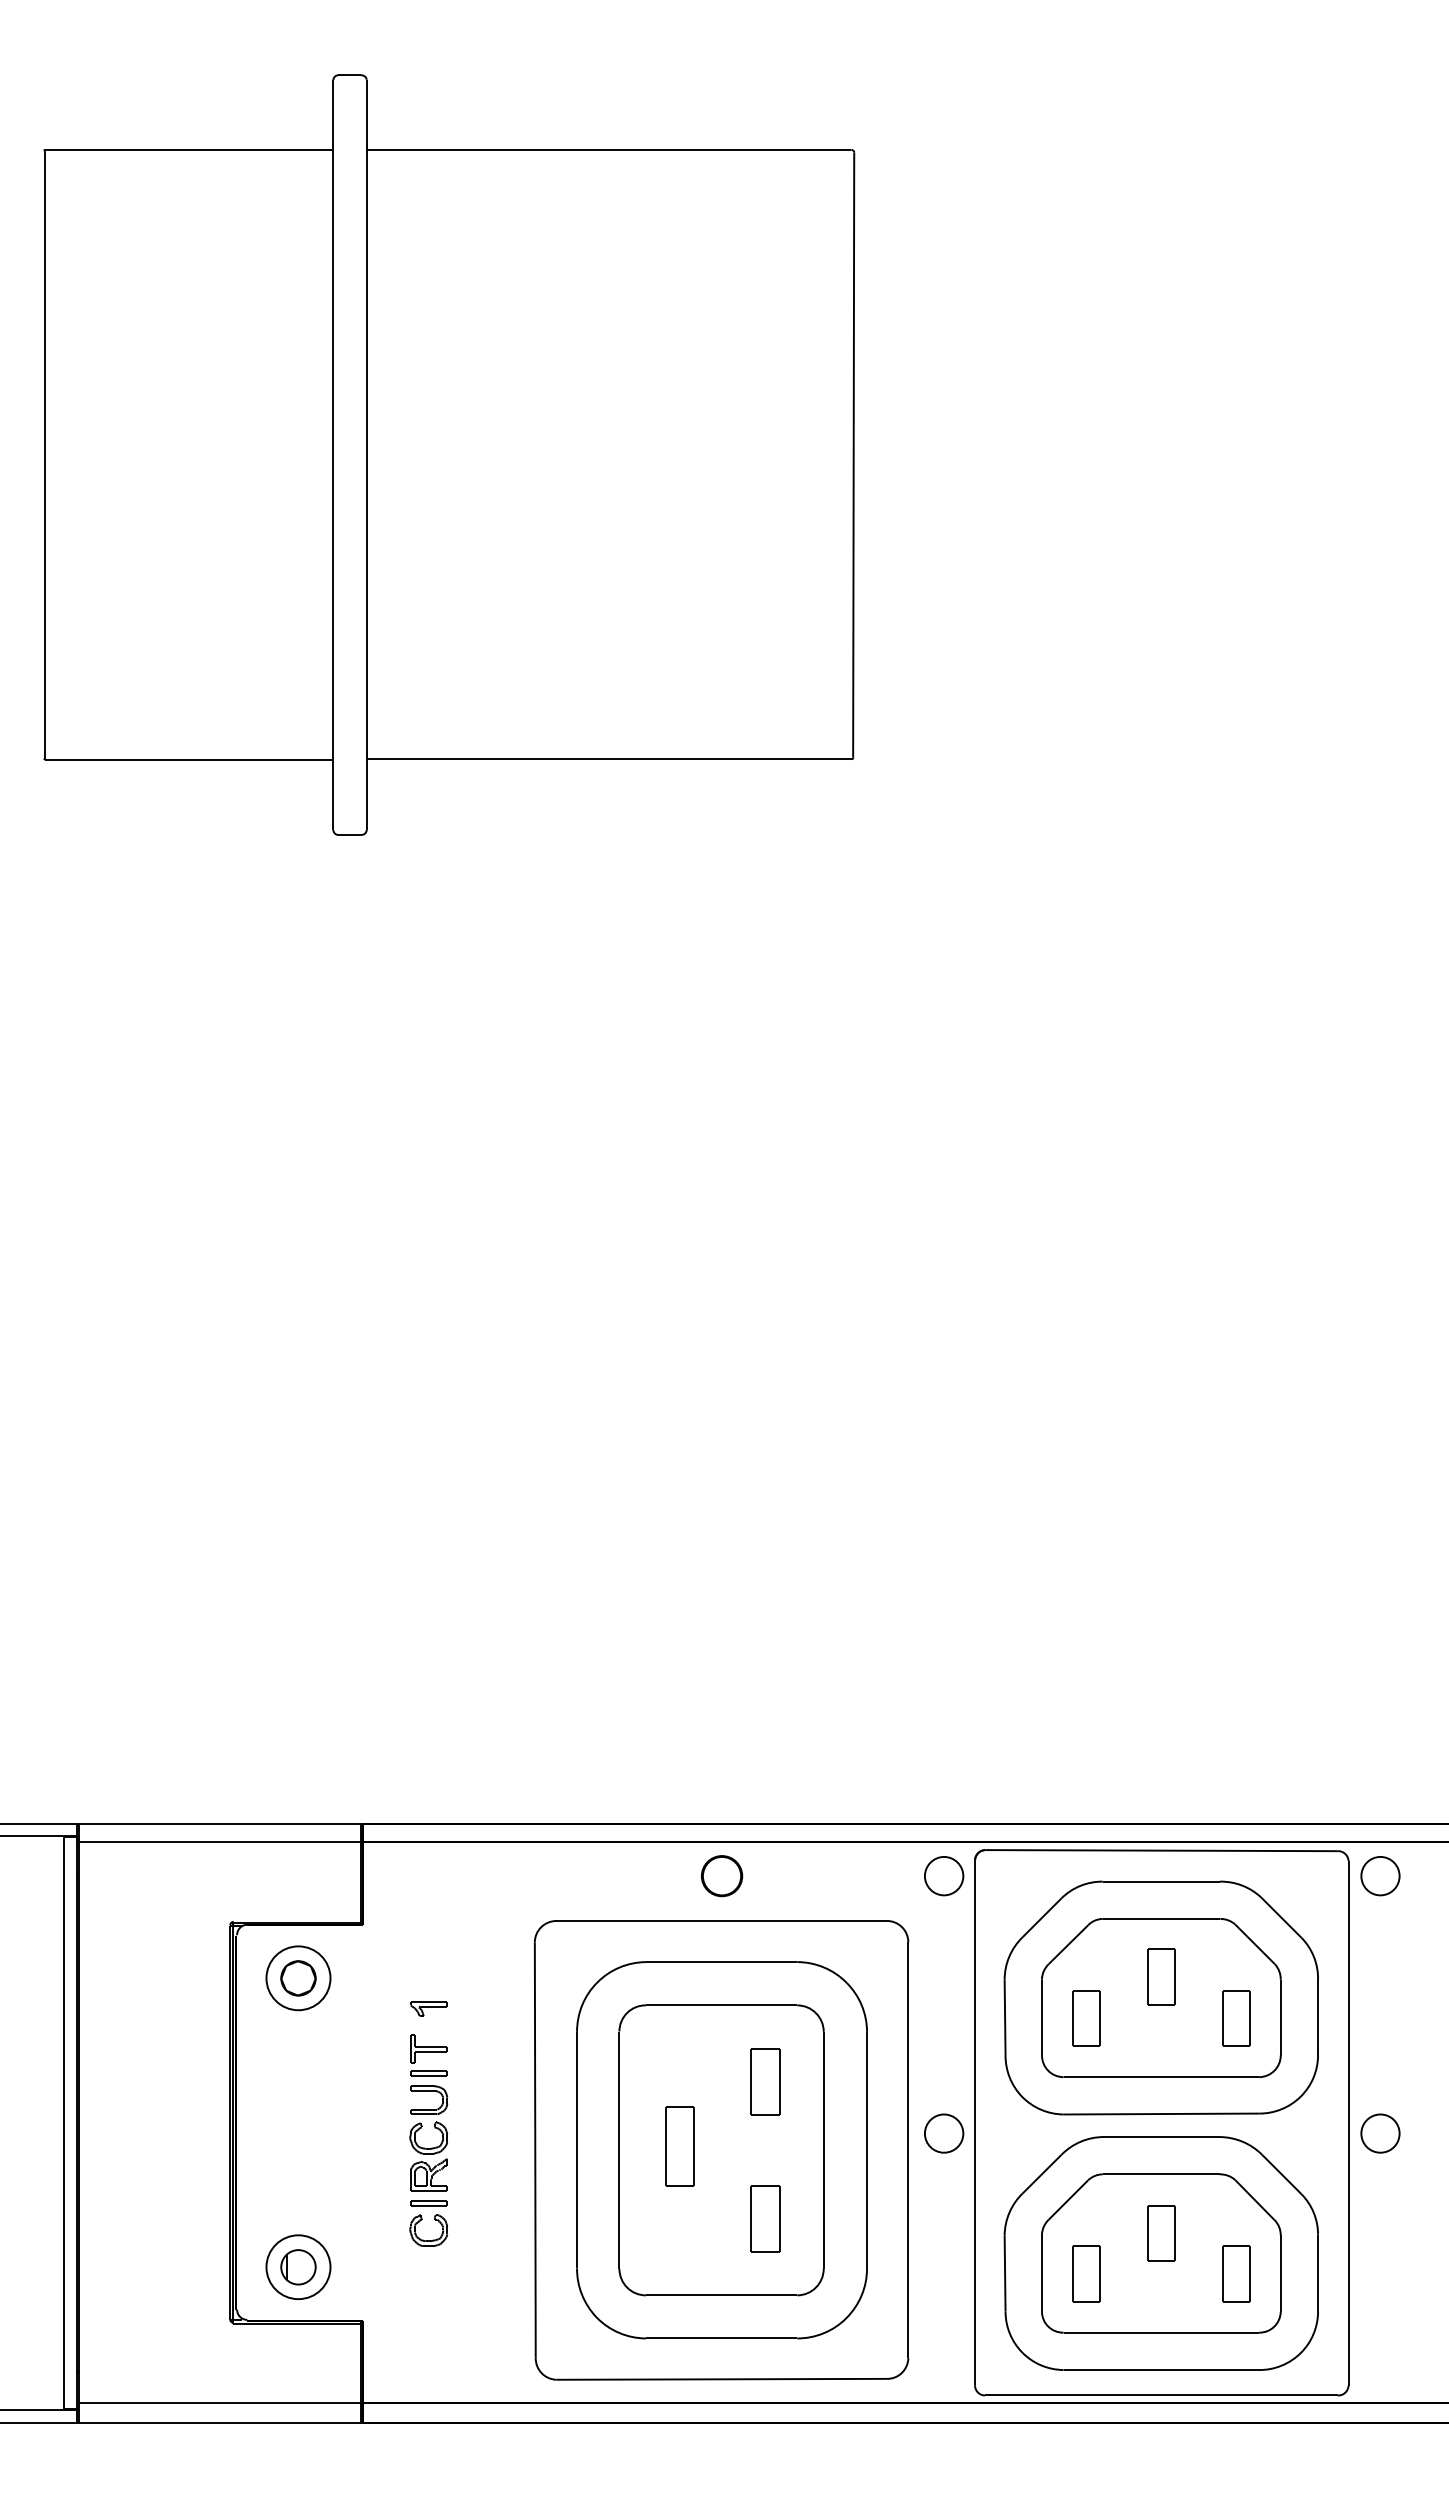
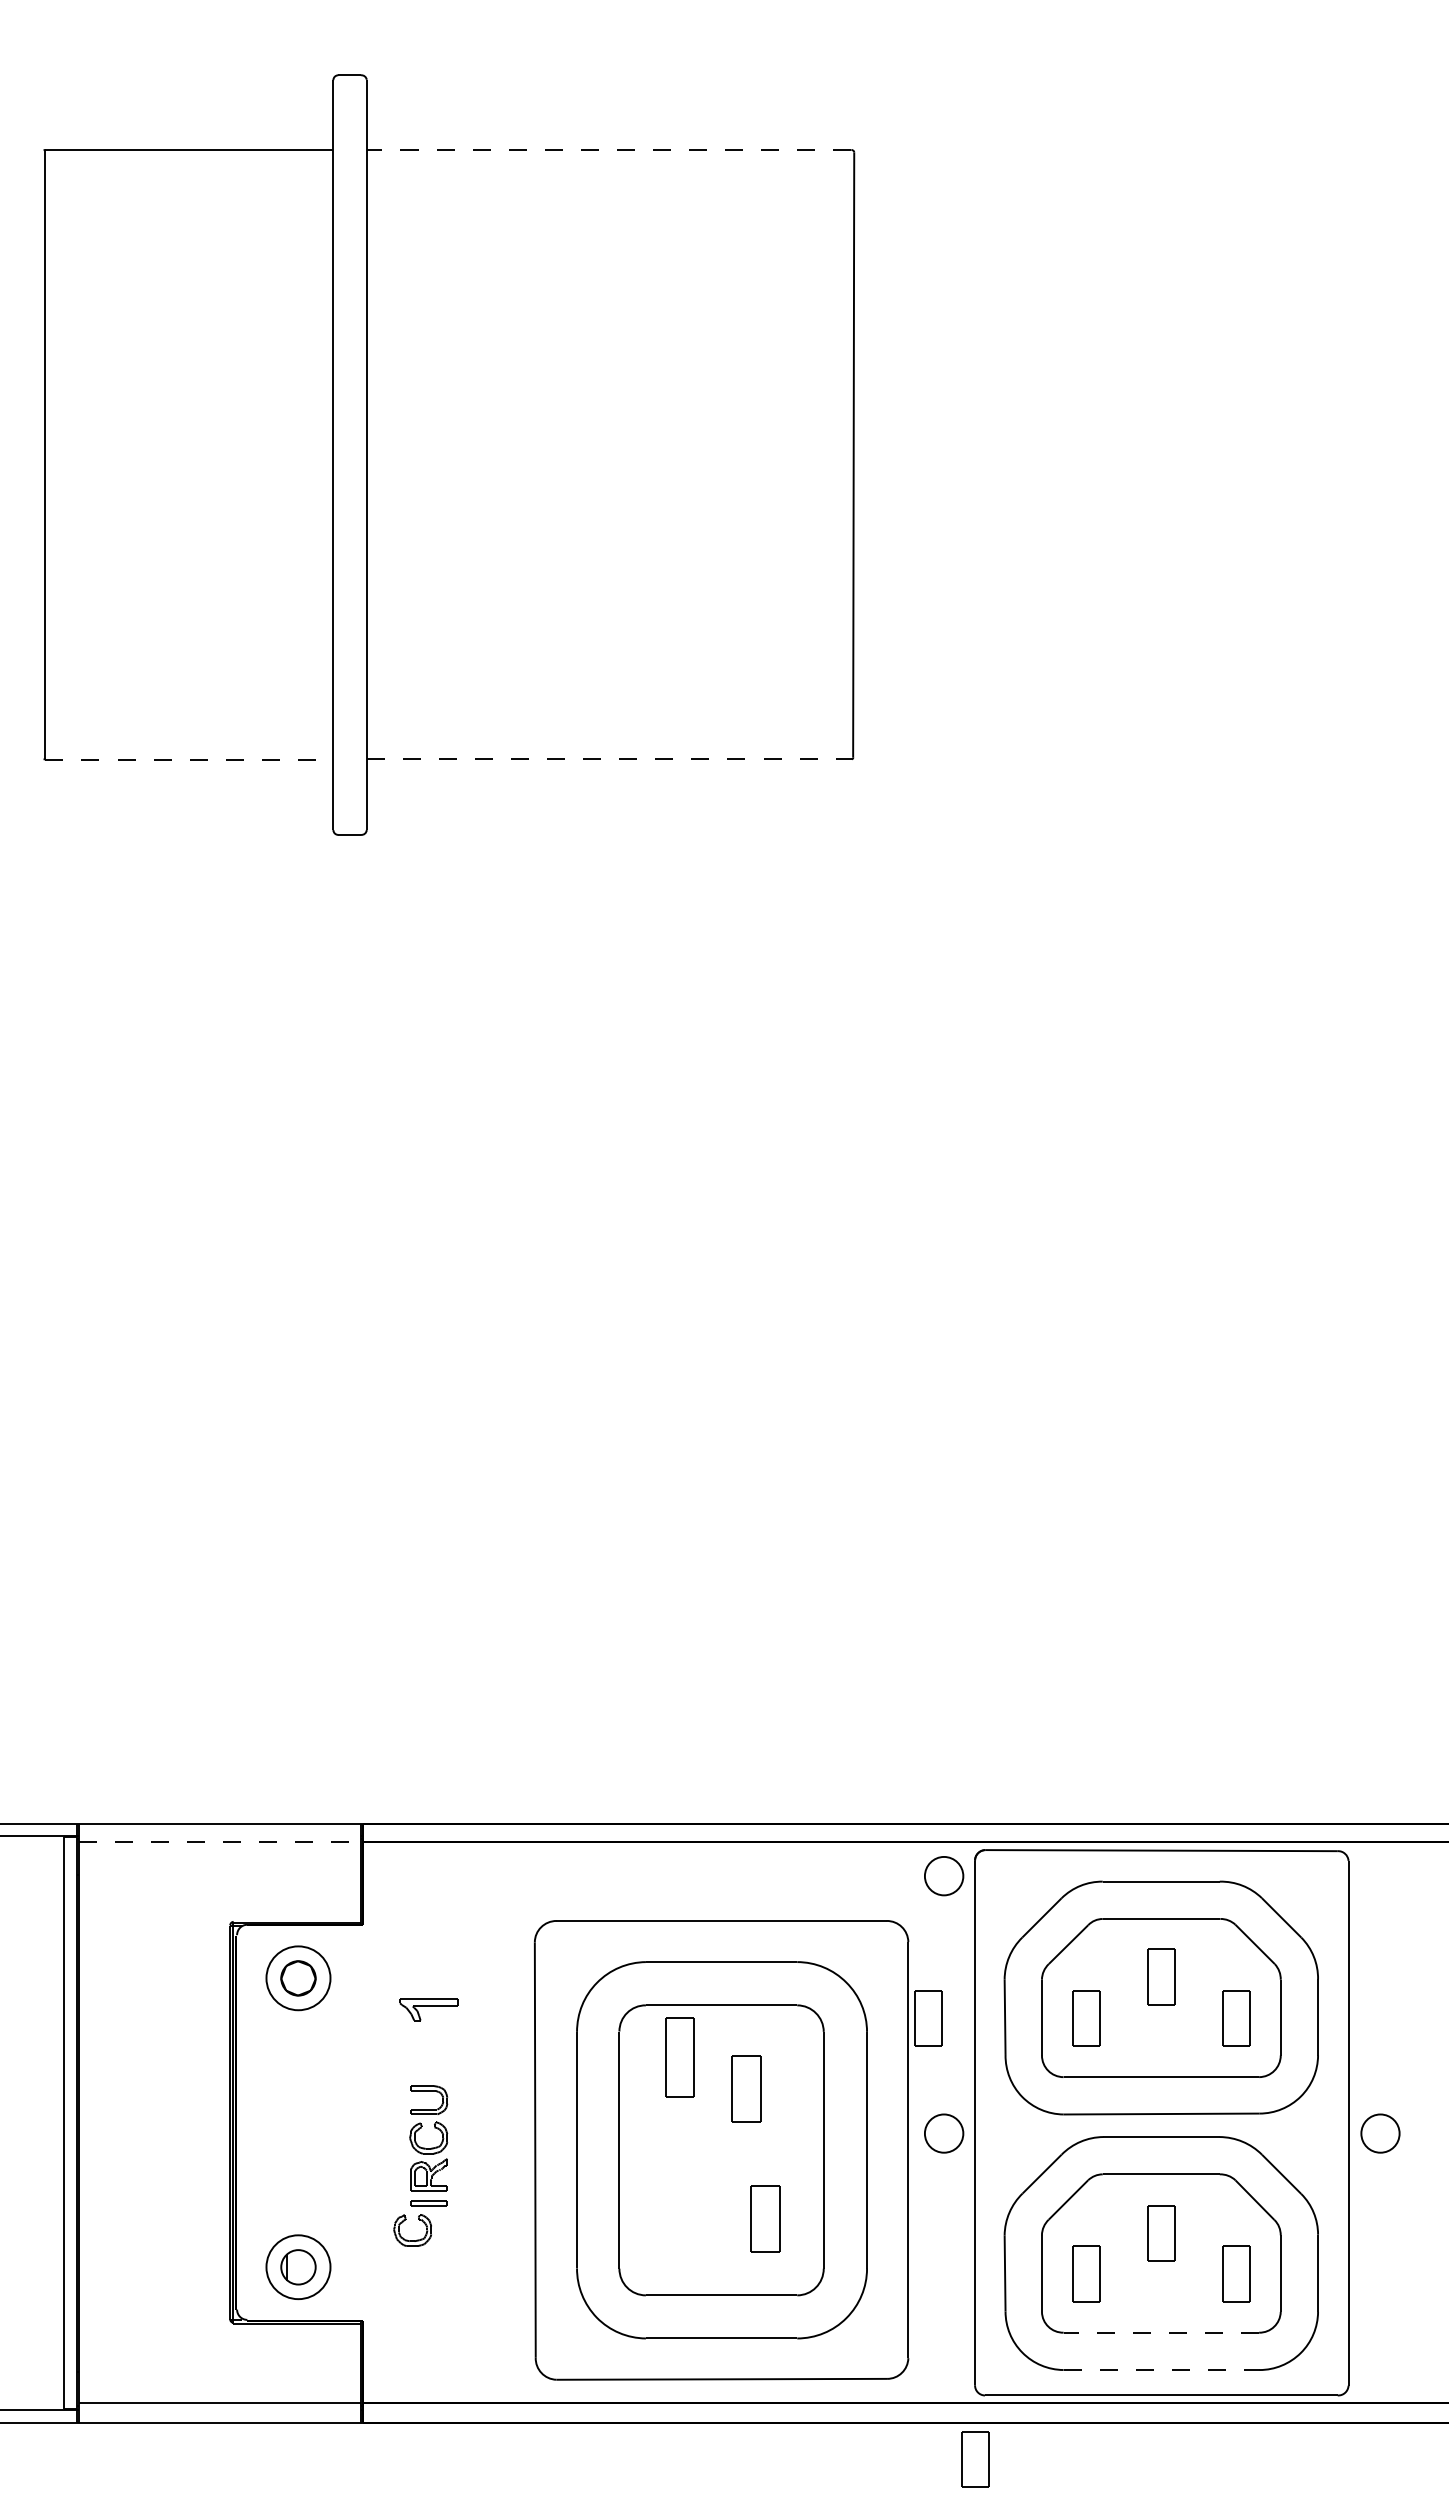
line at (608, 149): solid -> dashed
line at (609, 759): solid -> dashed
line at (189, 760): solid -> dashed
line at (219, 1842): solid -> dashed
part at (722, 1876): present -> none
part at (1380, 1876): present -> none
part at (428, 2008) size: 38x16 px -> 60x24 px
part at (928, 2018): none -> present
part at (428, 2055): present -> none
part at (765, 2081) position: (765, 2081) -> (746, 2088)
part at (679, 2146) position: (679, 2146) -> (679, 2057)
part at (432, 2239) position: (432, 2239) -> (416, 2239)
line at (1161, 2332): solid -> dashed
line at (1162, 2370): solid -> dashed
part at (975, 2459): none -> present
